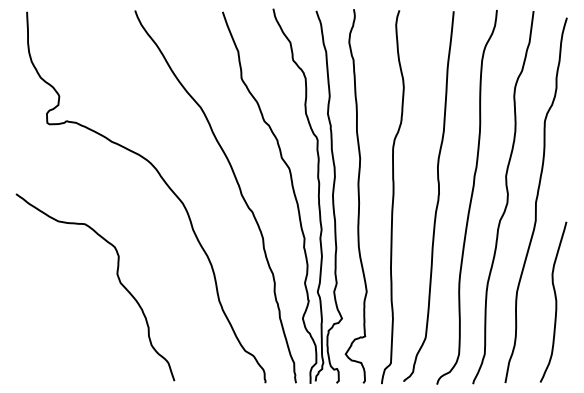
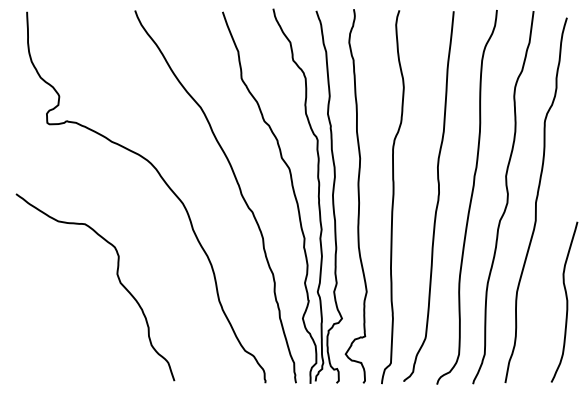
curve at (555, 301) position: (555, 301) -> (566, 301)
